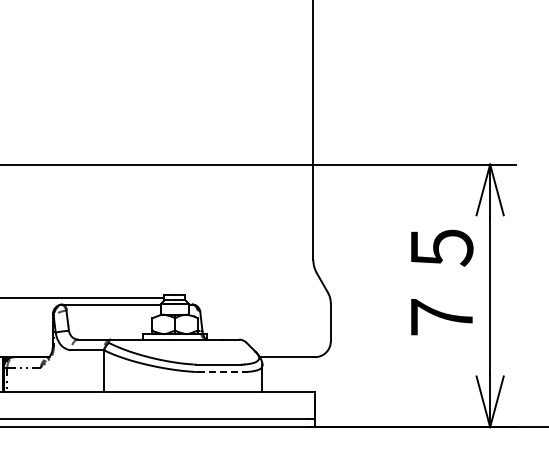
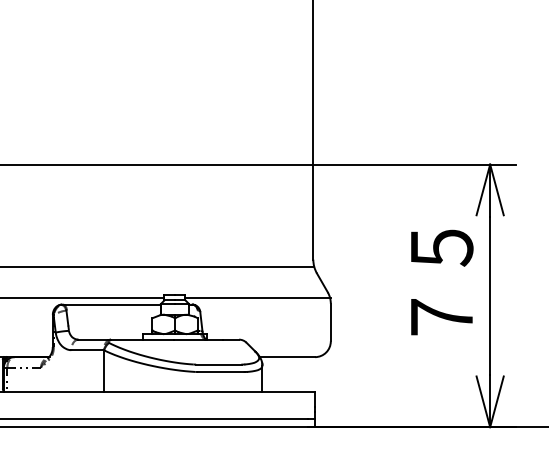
line at (157, 267): none -> present
line at (257, 297): none -> present
line at (221, 372): dashed -> solid
